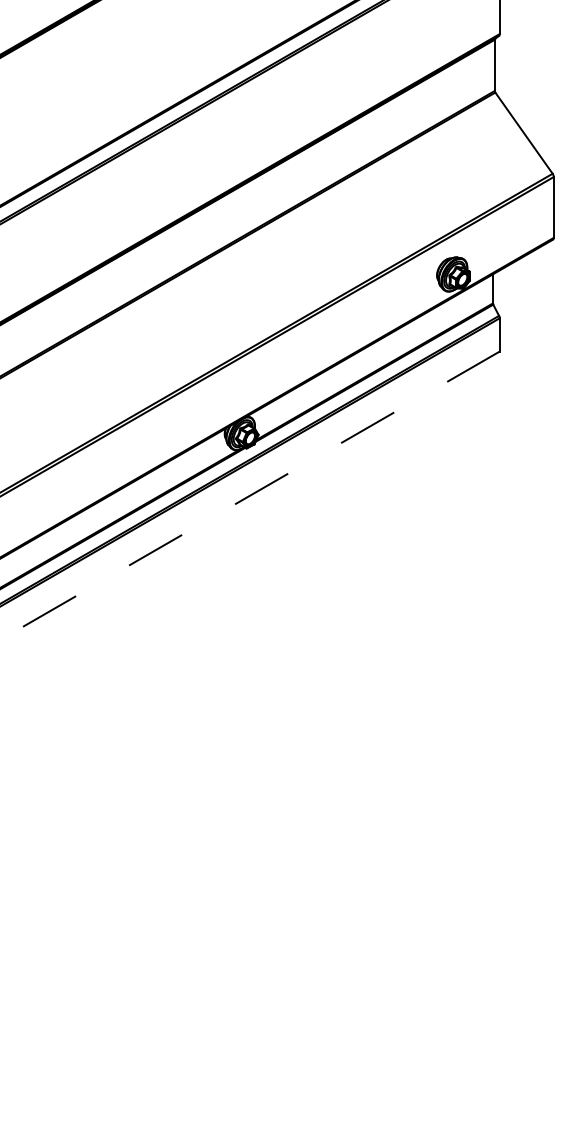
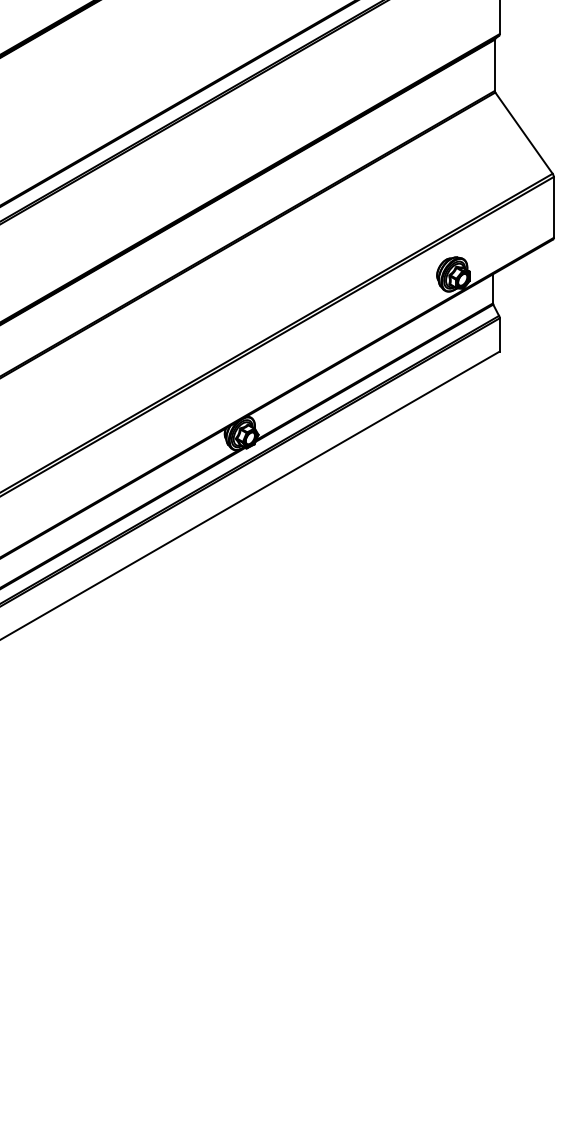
line at (250, 495): dashed -> solid
